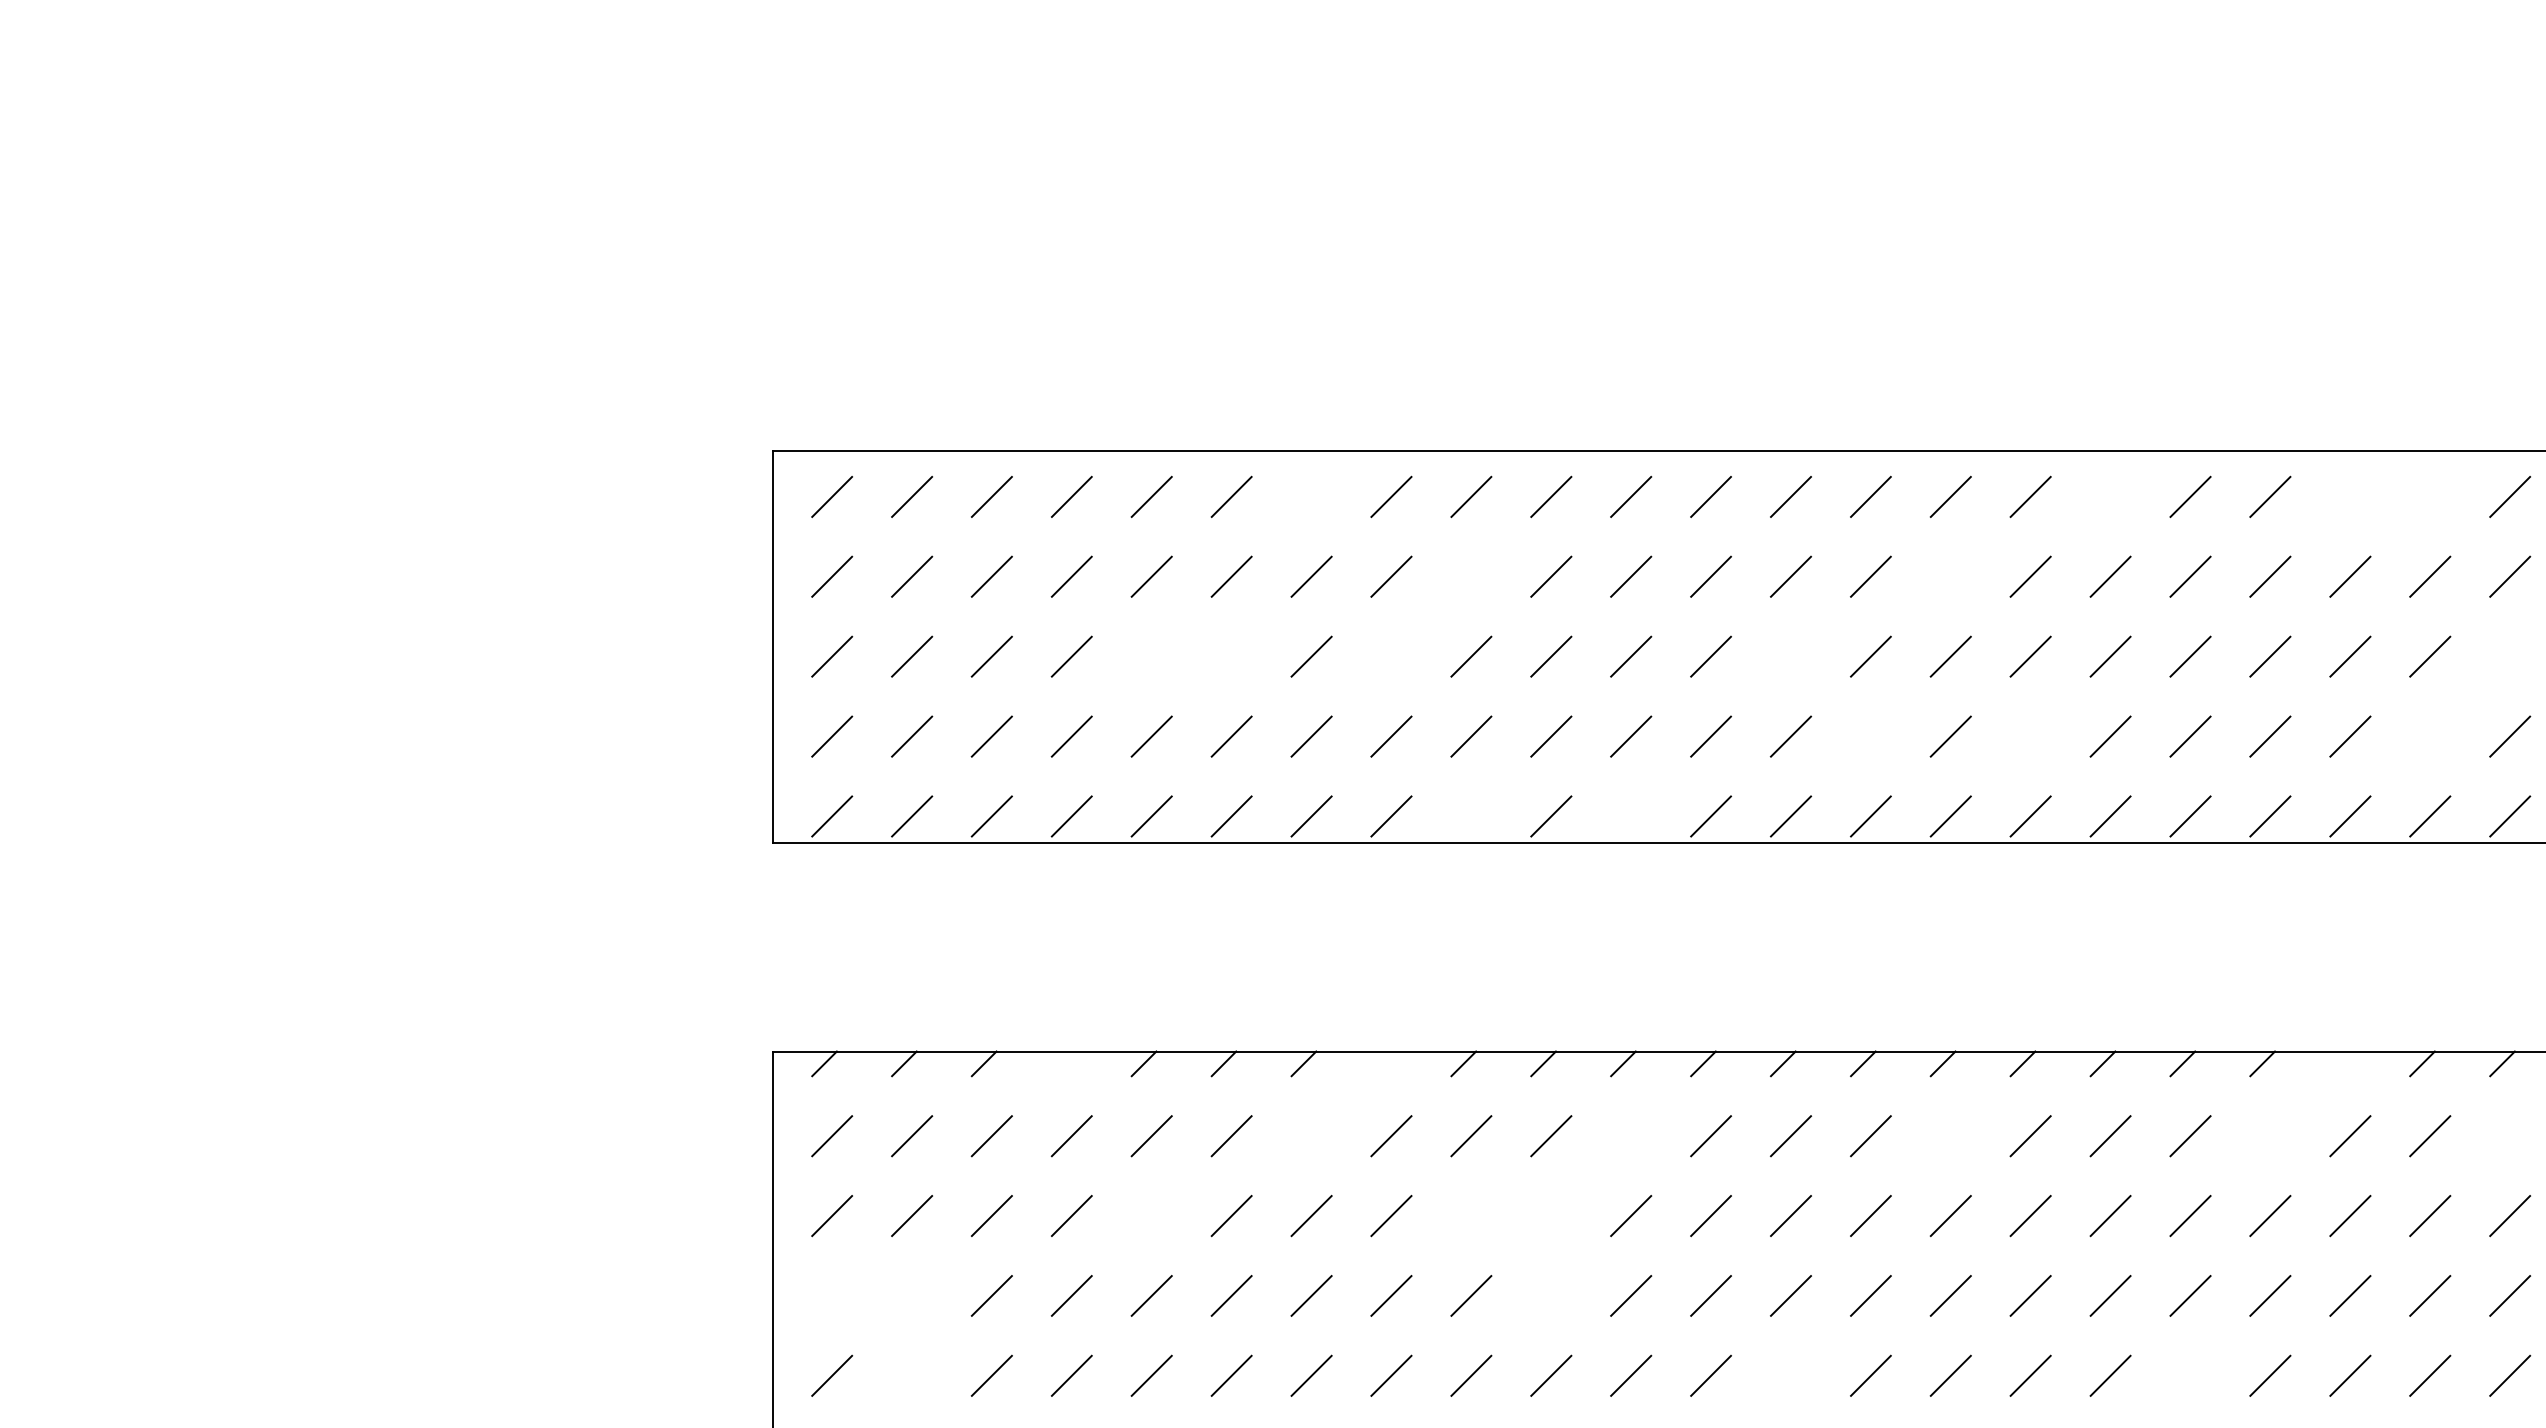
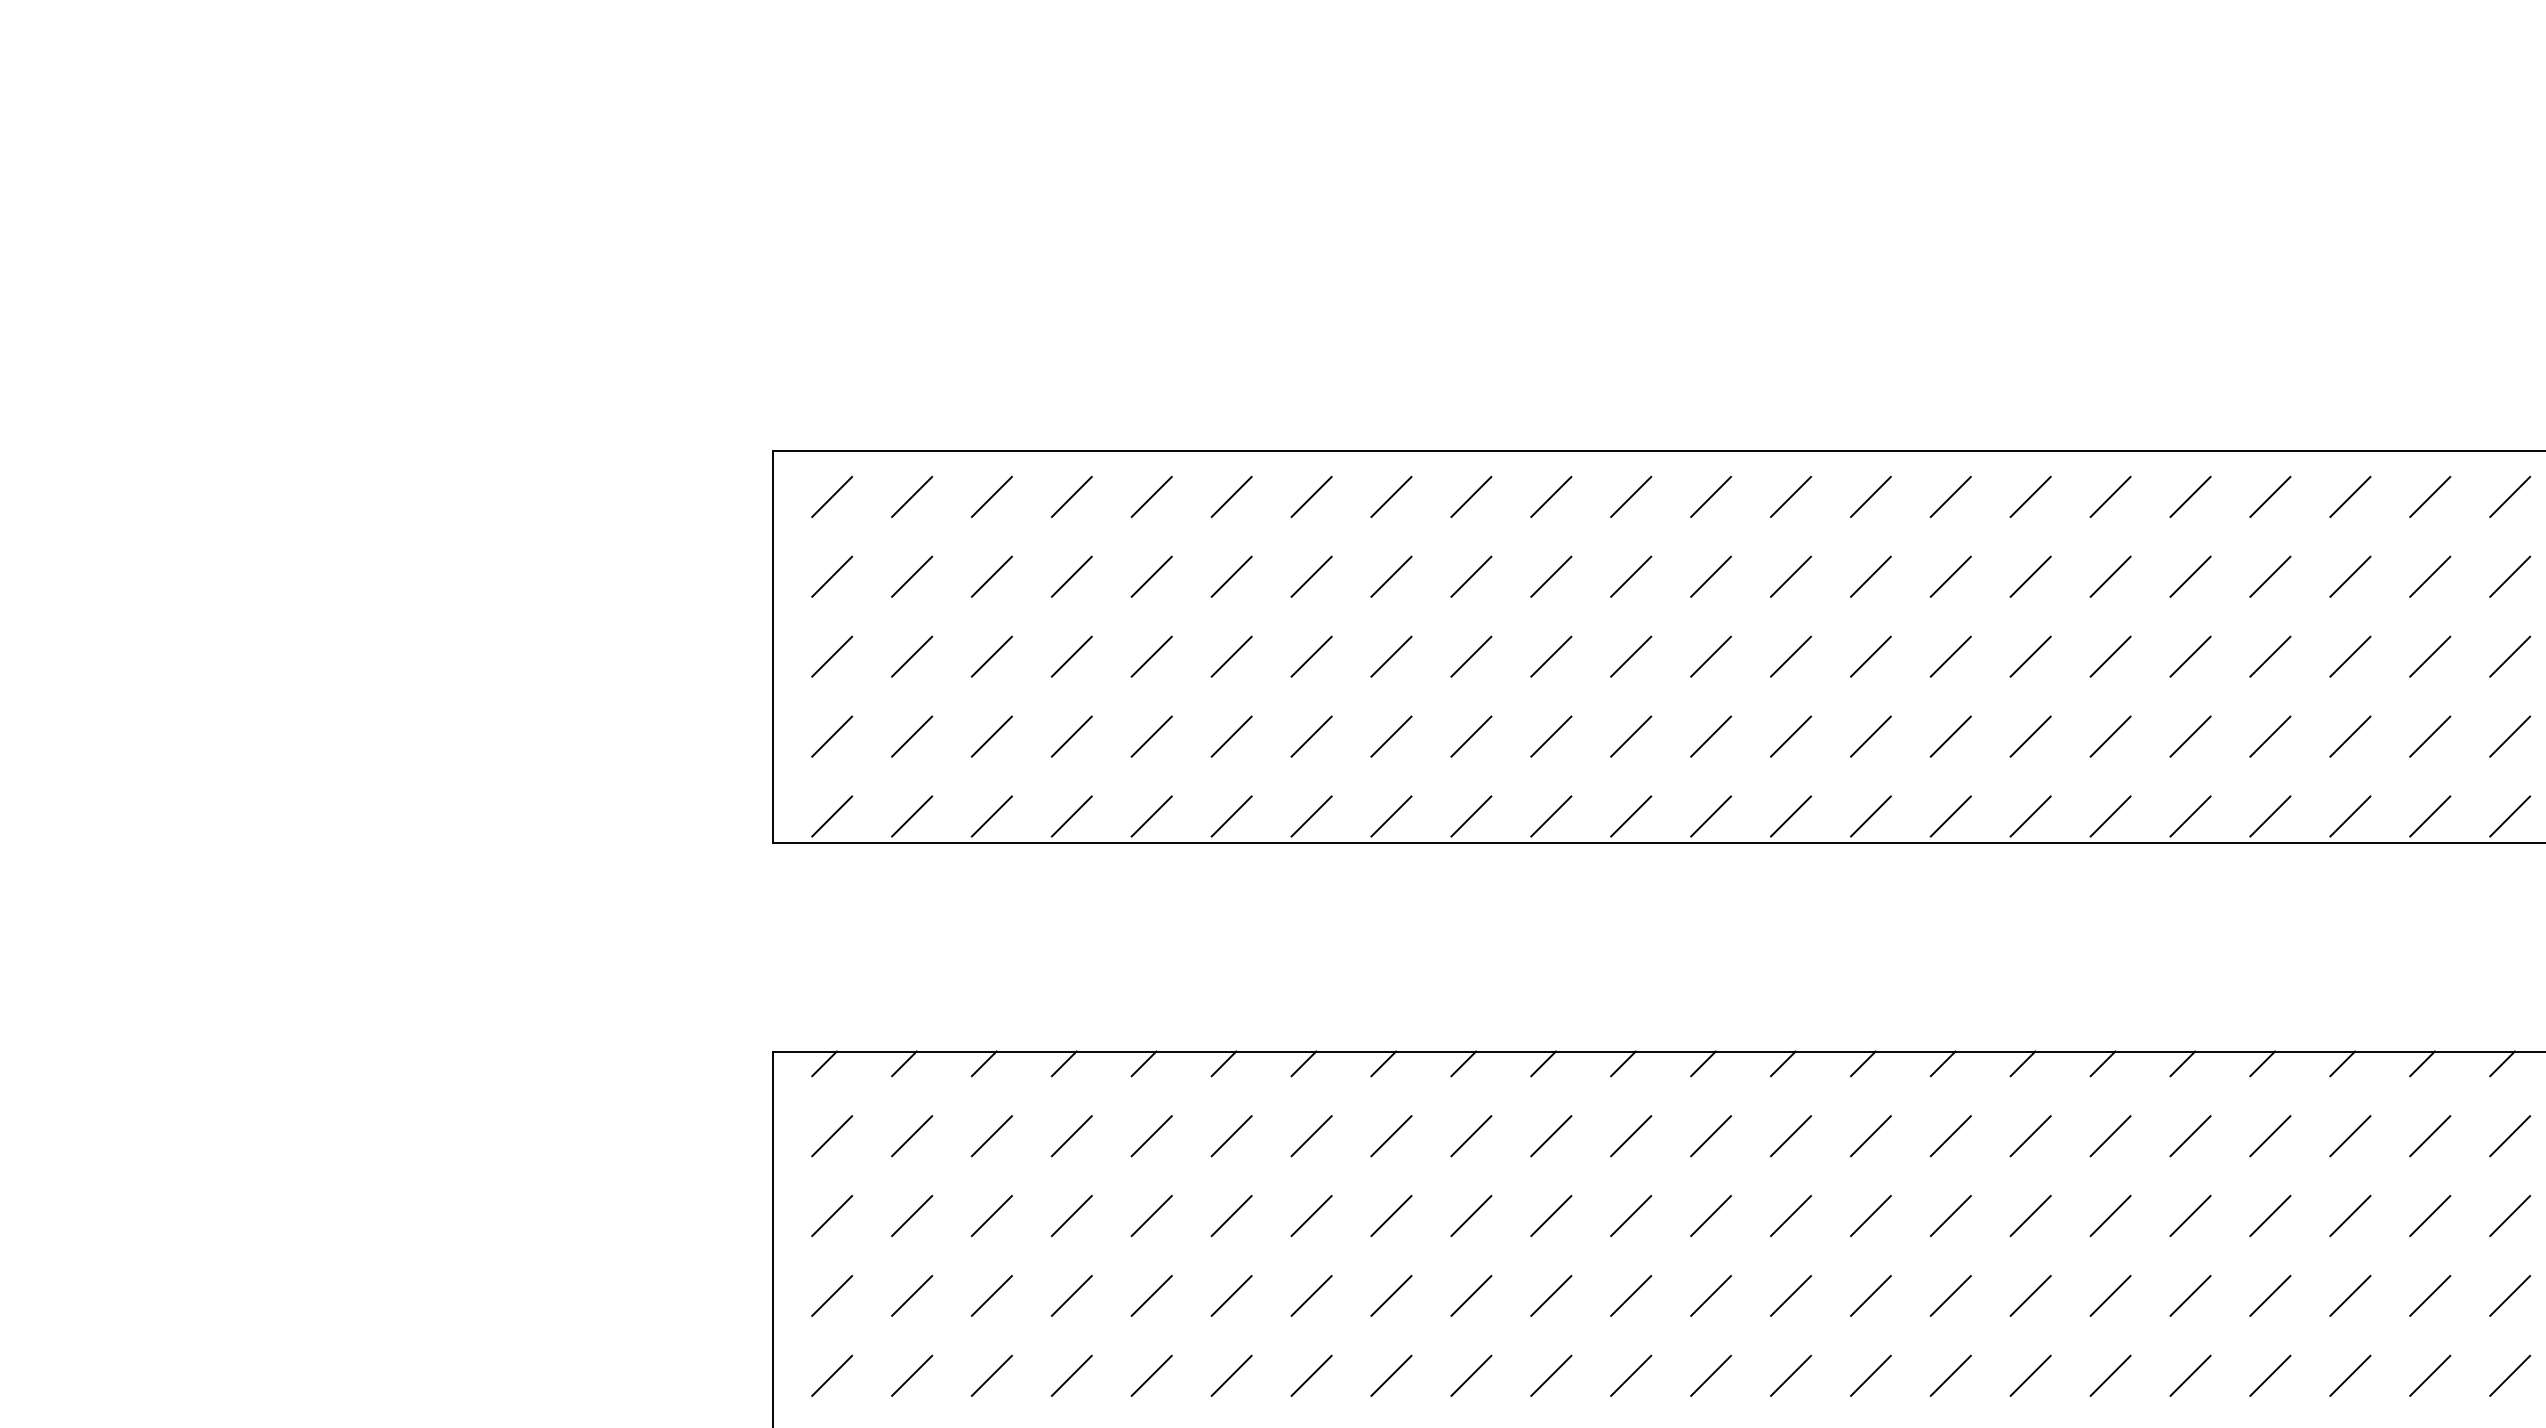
line at (1311, 496): none -> present
line at (2110, 496): none -> present
line at (2350, 496): none -> present
line at (2430, 496): none -> present
line at (1471, 576): none -> present
line at (1950, 576): none -> present
line at (1151, 656): none -> present
line at (1231, 656): none -> present
line at (1391, 656): none -> present
line at (1790, 656): none -> present
line at (2510, 656): none -> present
line at (1870, 736): none -> present
line at (2030, 736): none -> present
line at (2430, 736): none -> present
line at (1471, 816): none -> present
line at (1631, 816): none -> present
line at (1063, 1063): none -> present
line at (1383, 1063): none -> present
line at (2342, 1063): none -> present
line at (1311, 1136): none -> present
line at (1631, 1136): none -> present
line at (1950, 1136): none -> present
line at (2270, 1136): none -> present
line at (2510, 1136): none -> present
line at (1151, 1216): none -> present
line at (1471, 1216): none -> present
line at (1551, 1216): none -> present
line at (831, 1295): none -> present
line at (912, 1295): none -> present
line at (1551, 1295): none -> present
line at (912, 1375): none -> present
line at (1790, 1375): none -> present
line at (2190, 1375): none -> present
